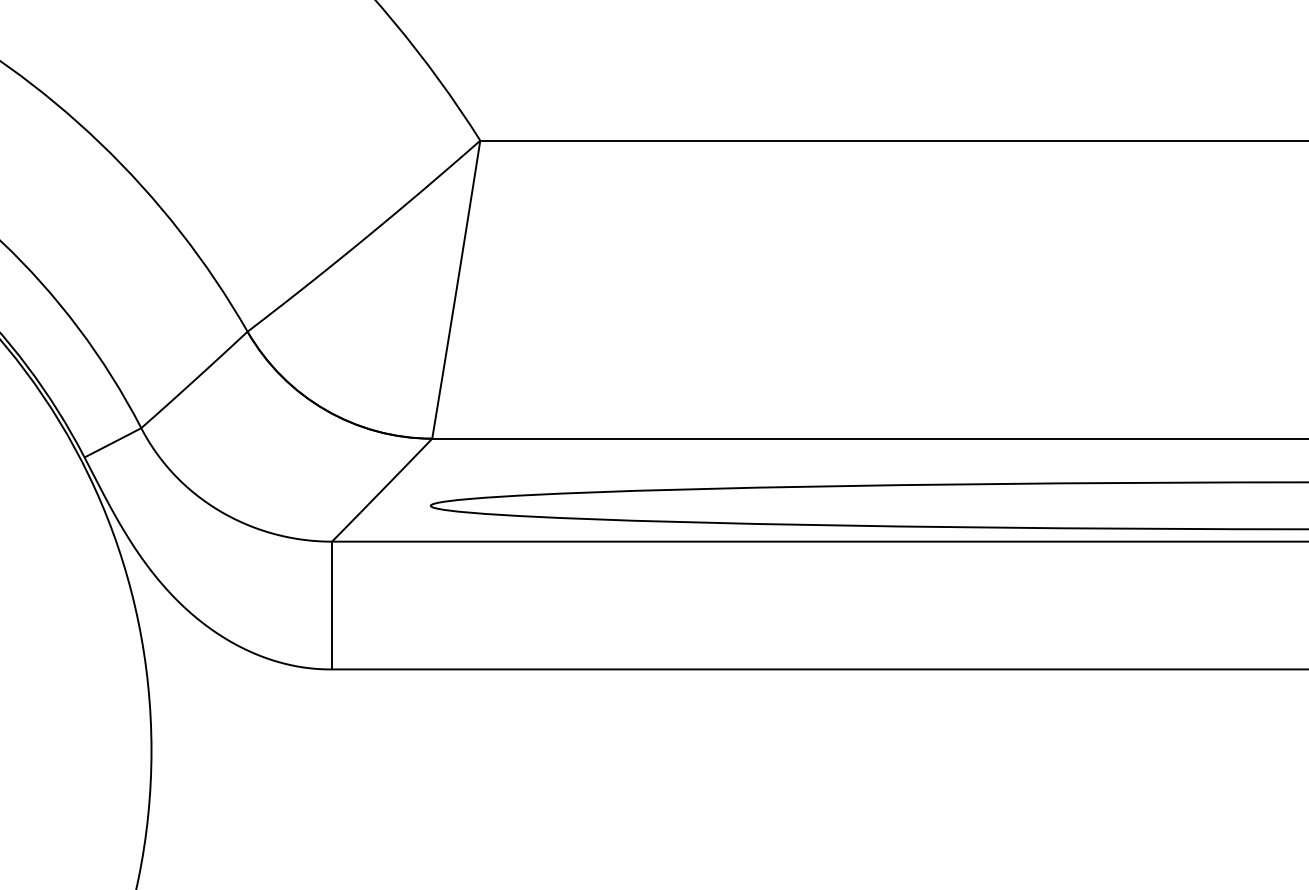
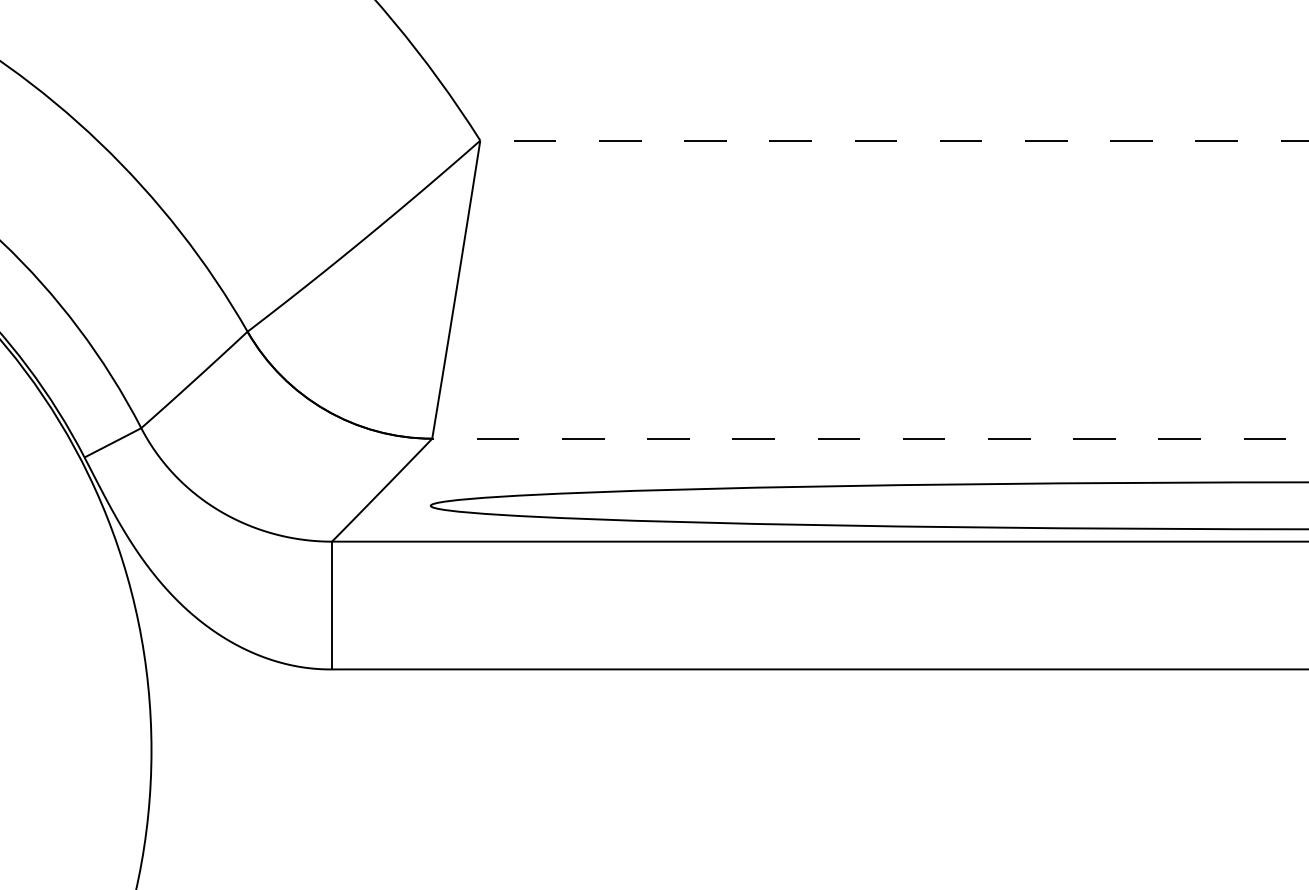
line at (894, 140): solid -> dashed
line at (870, 438): solid -> dashed
